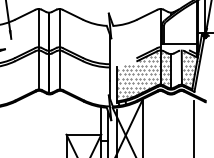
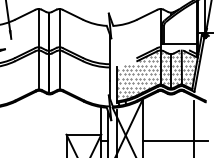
hatch at (176, 67): none -> present
line at (175, 141): none -> present
